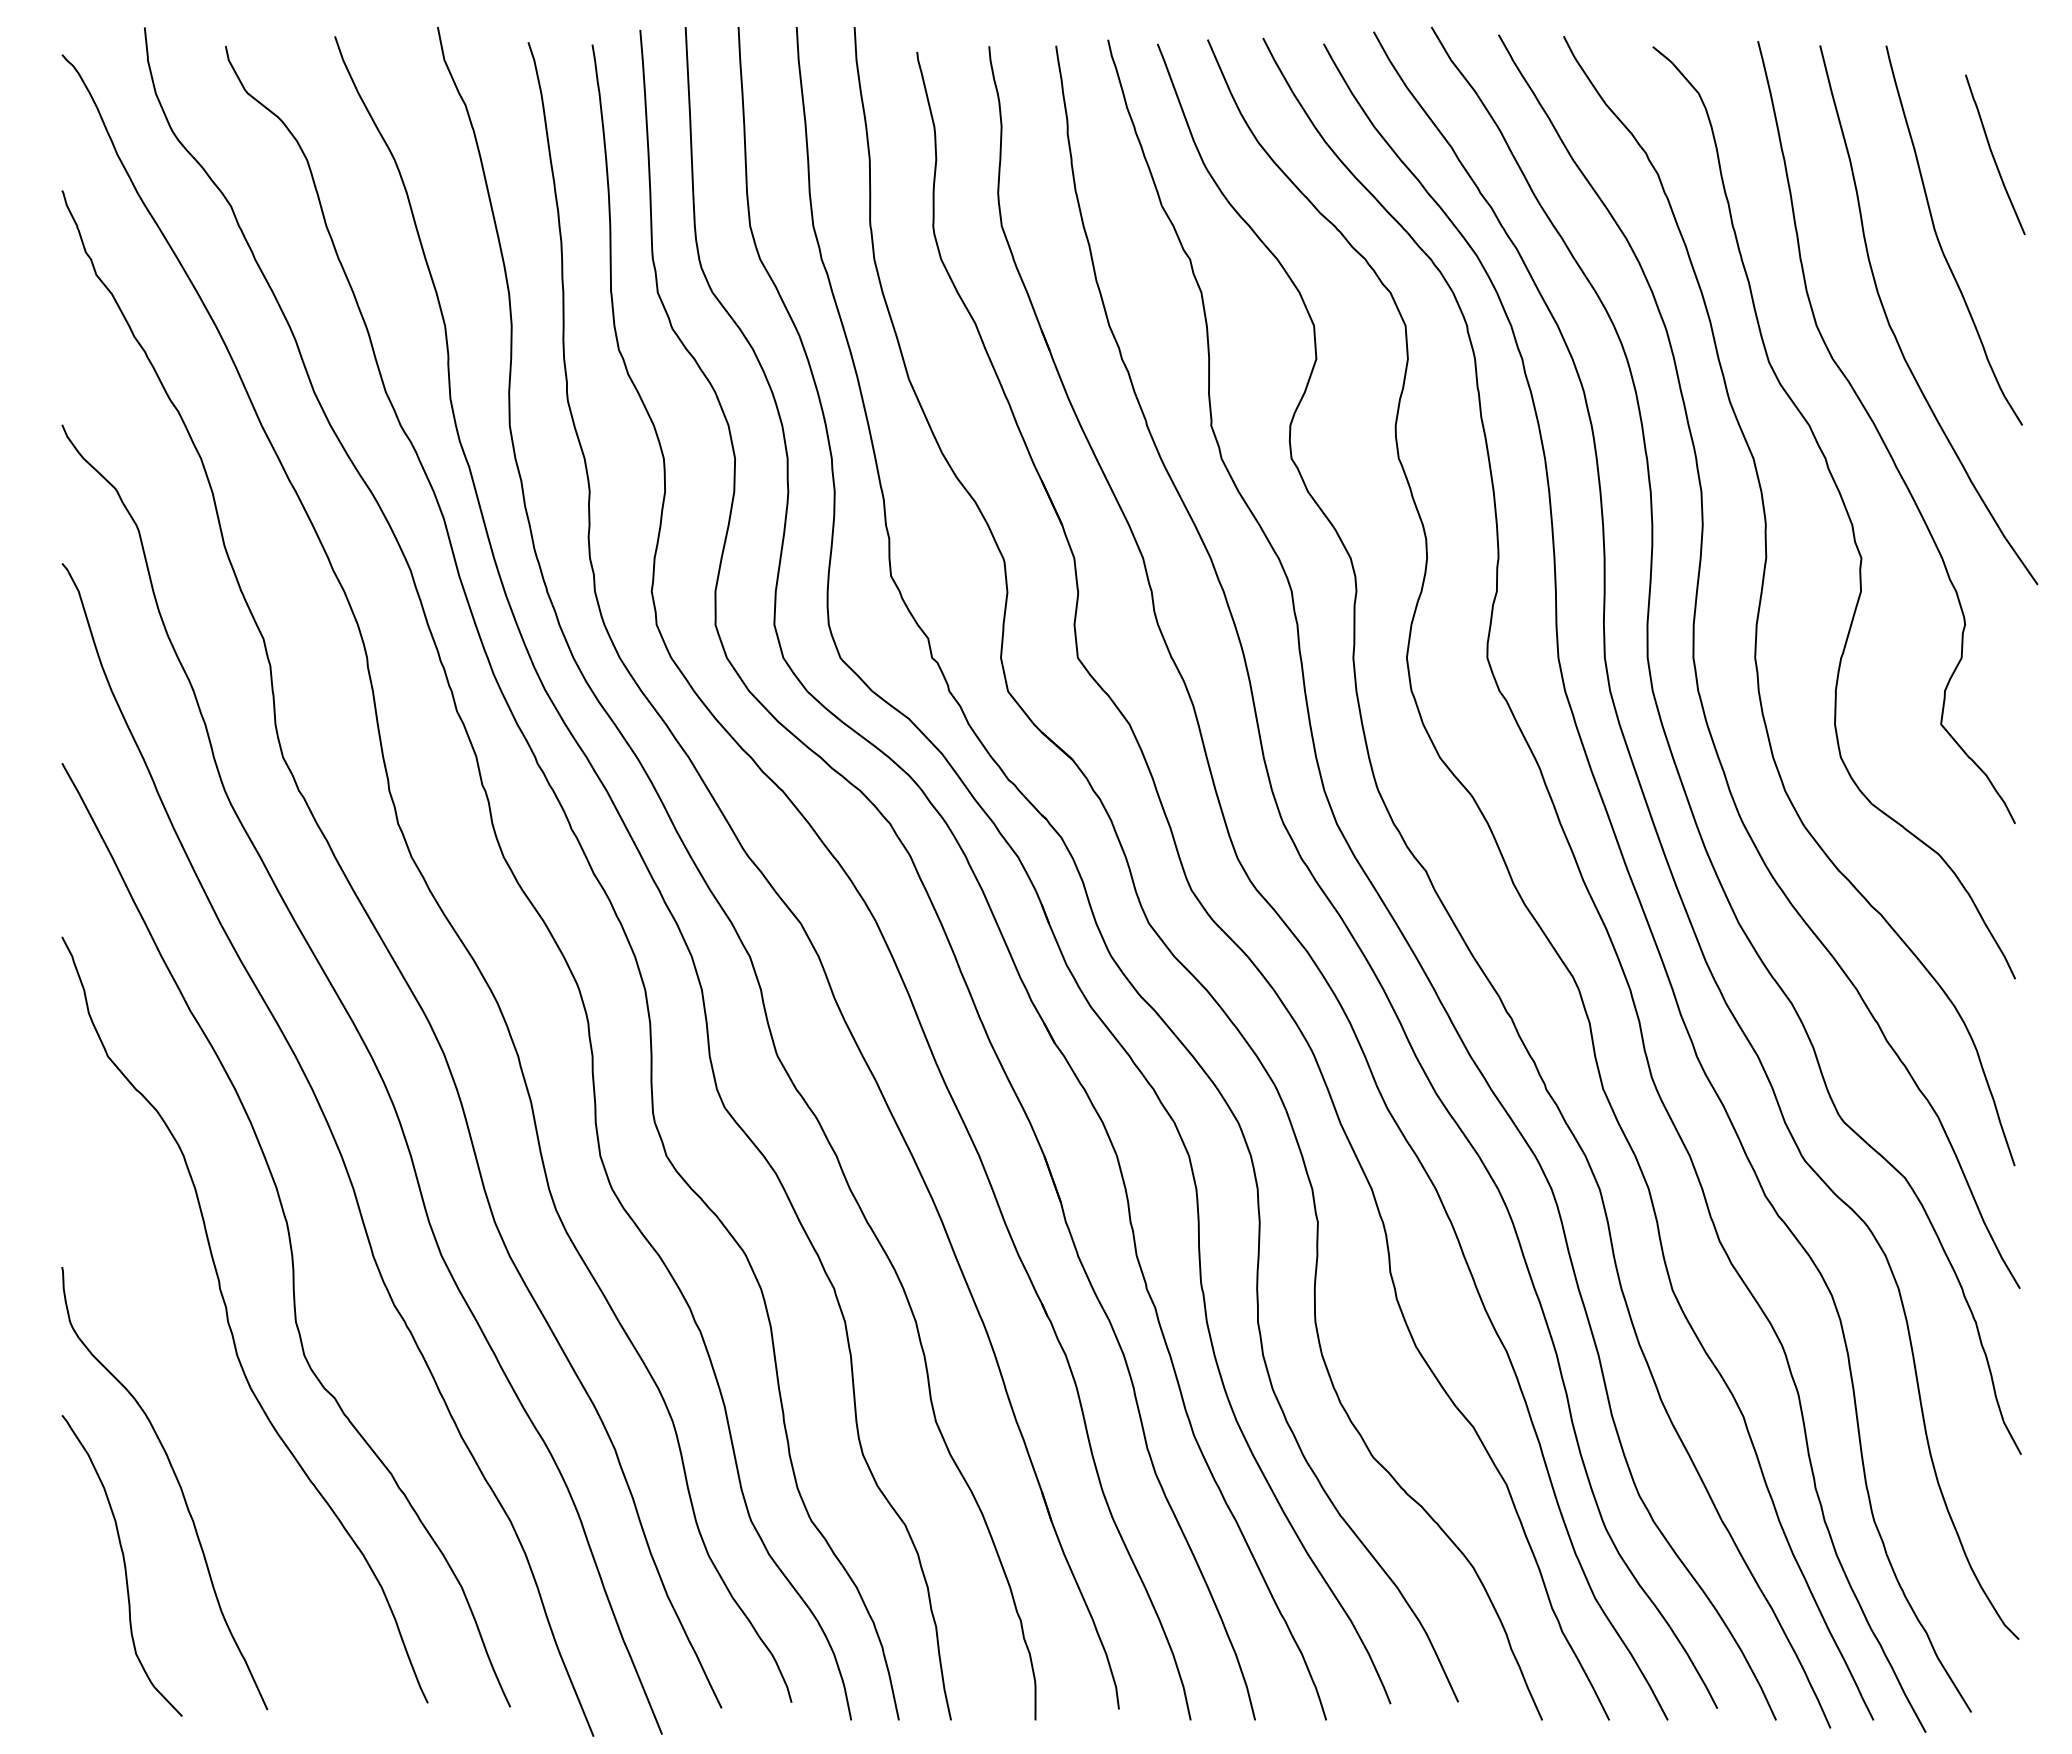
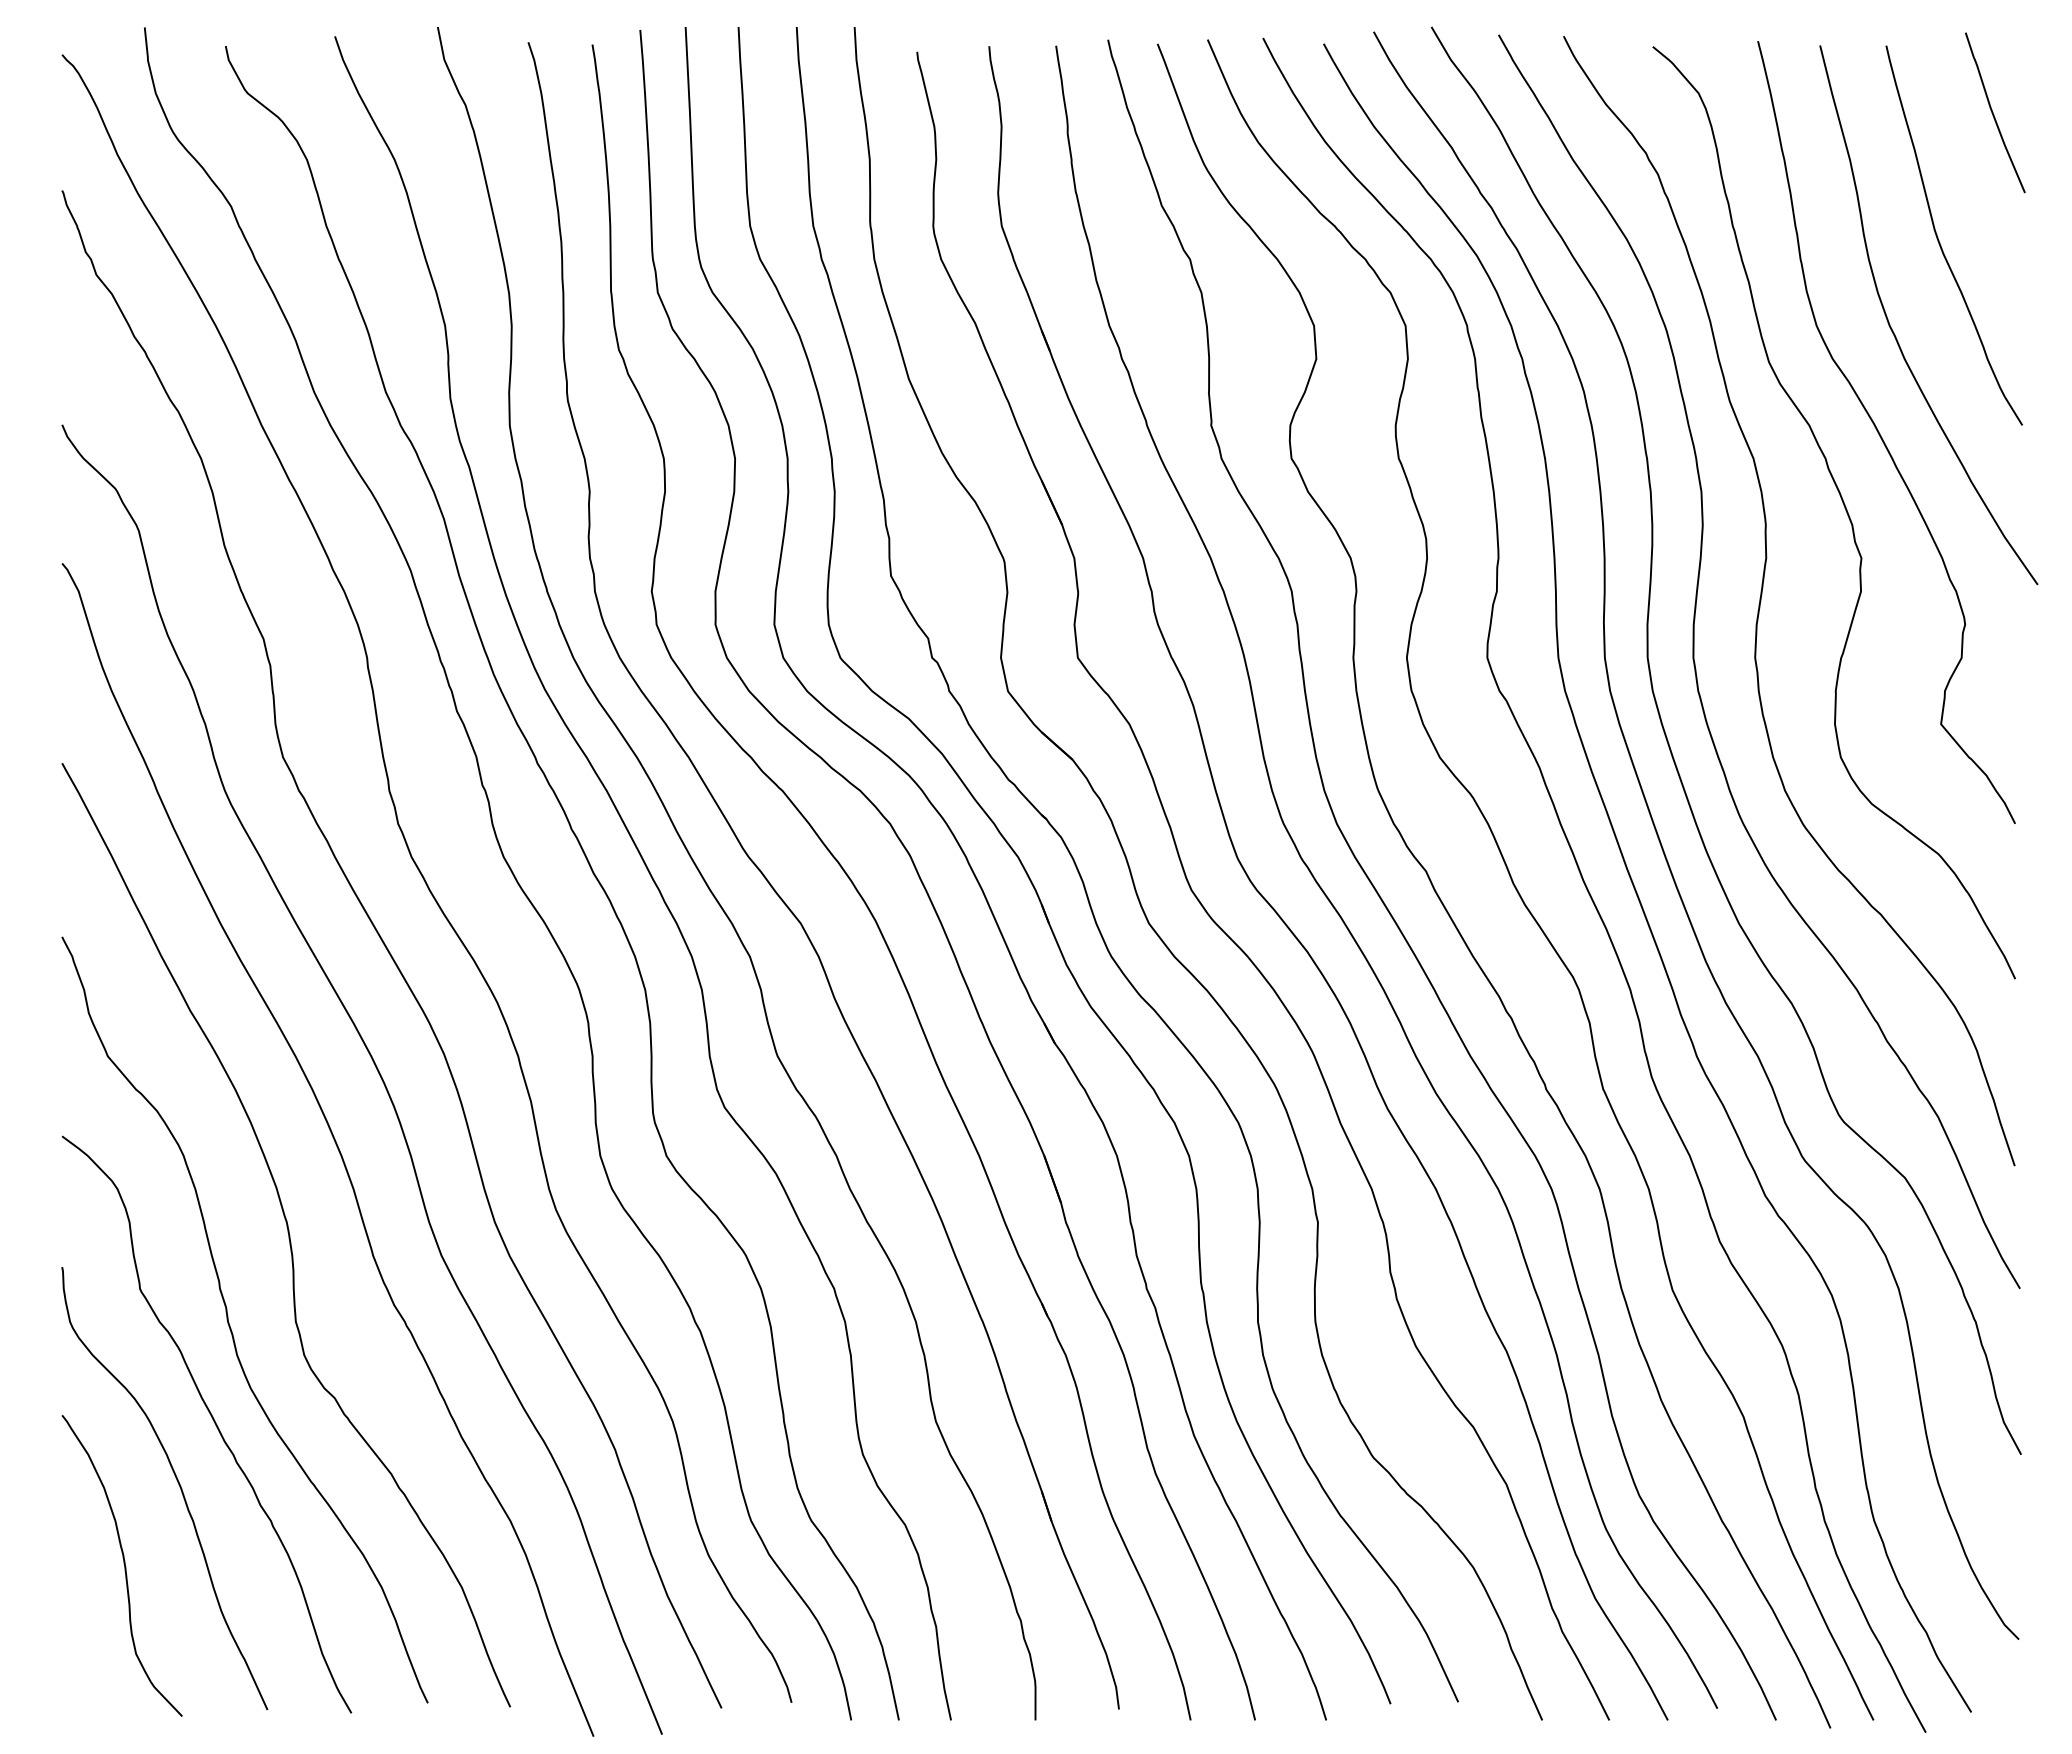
curve at (1993, 154) position: (1993, 154) -> (1993, 112)
curve at (213, 1421): none -> present
